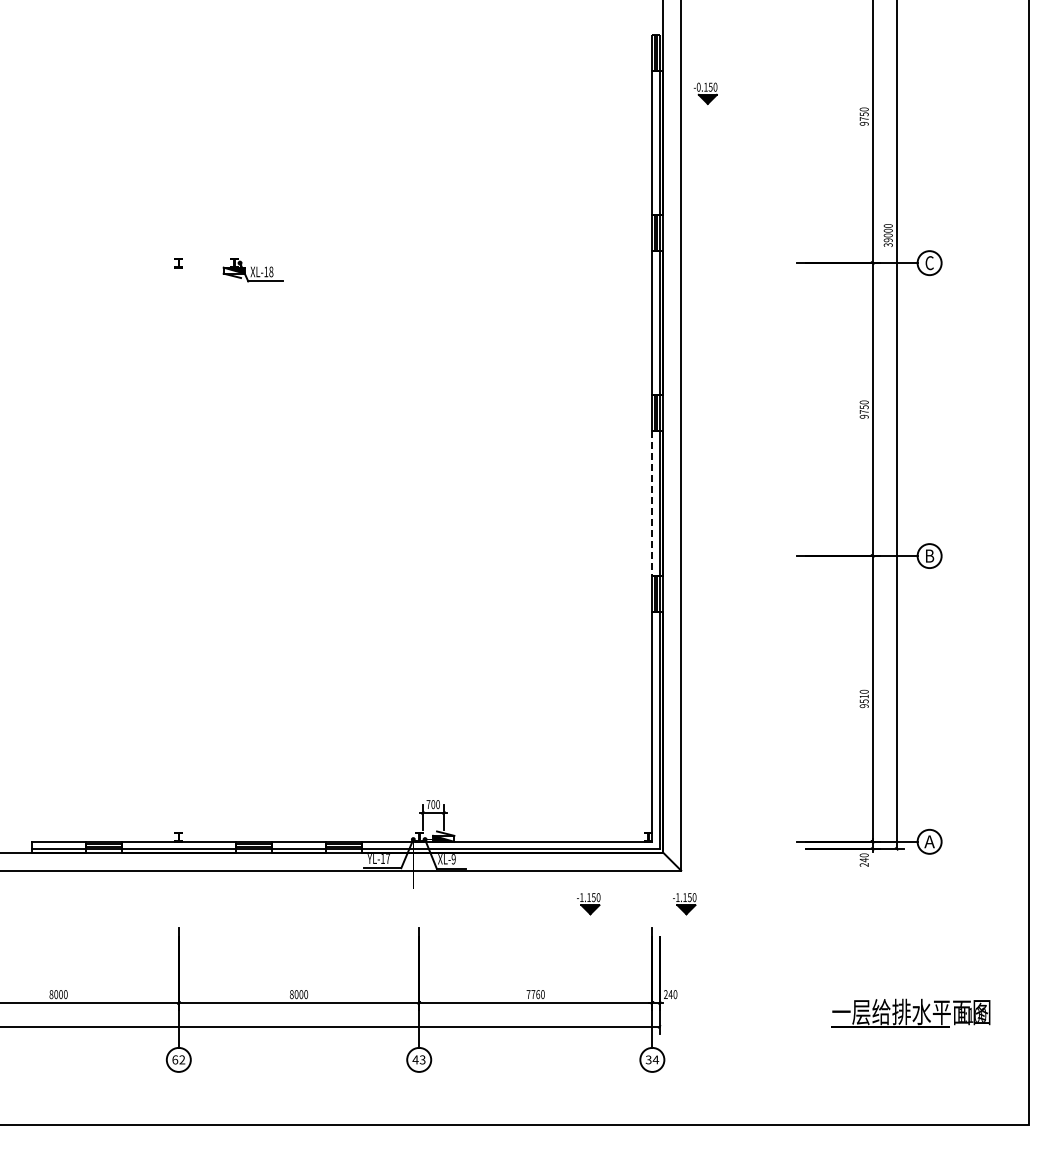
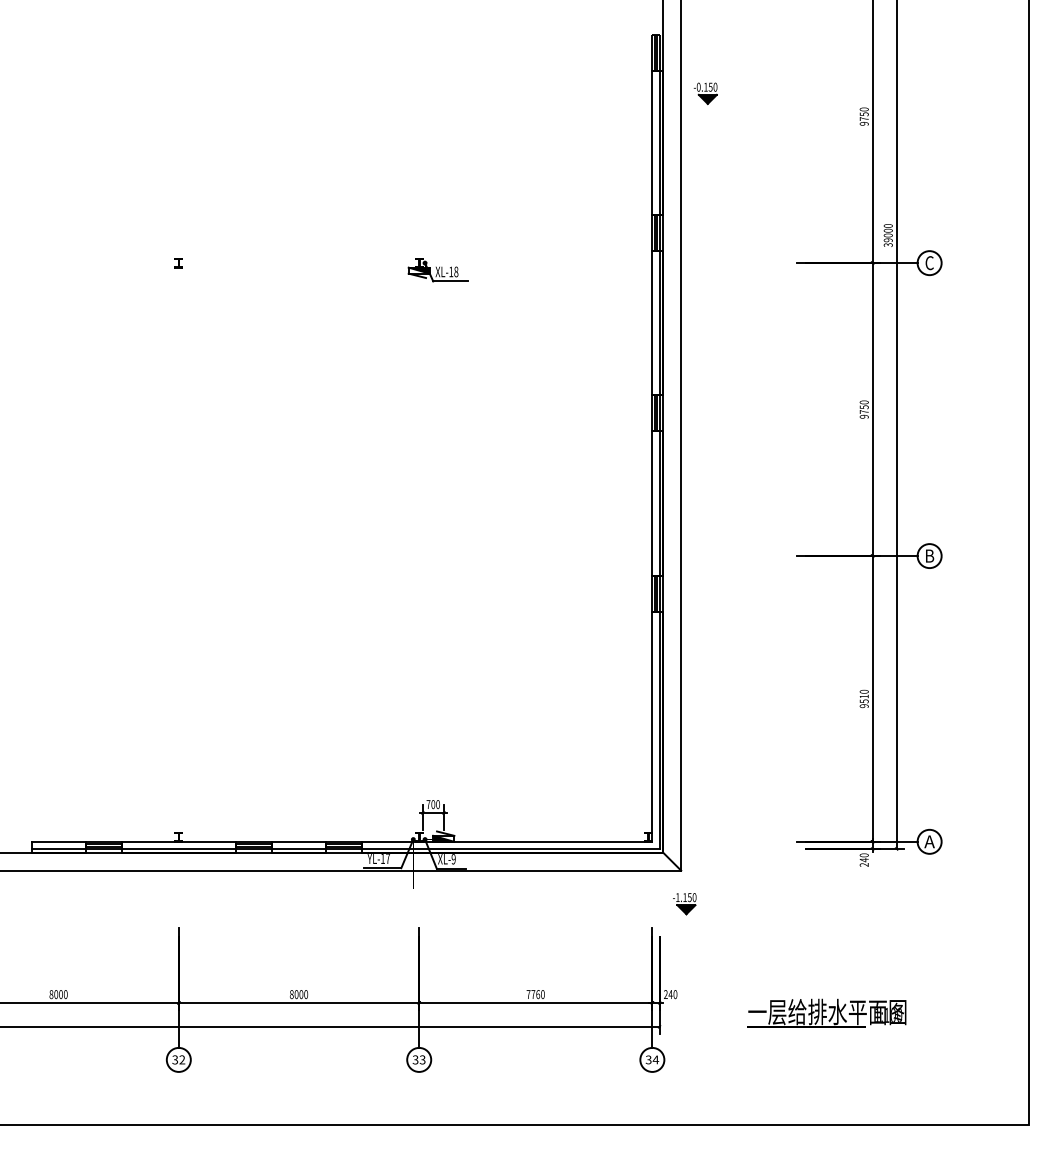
part at (252, 270) position: (252, 270) -> (437, 270)
line at (652, 504): dashed -> solid
part at (588, 904): present -> none
text at (910, 1012) position: (910, 1012) -> (826, 1012)
text at (175, 1059): 62 -> 32
text at (415, 1059): 43 -> 33
